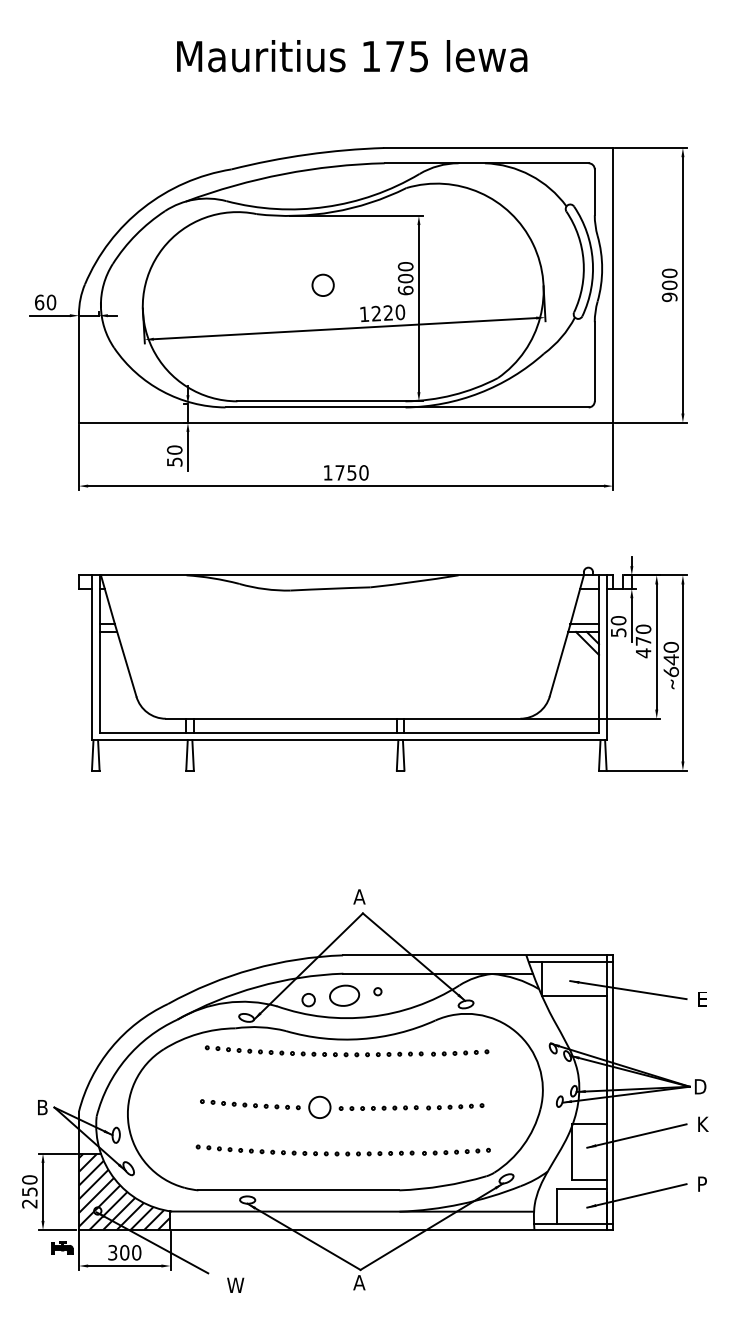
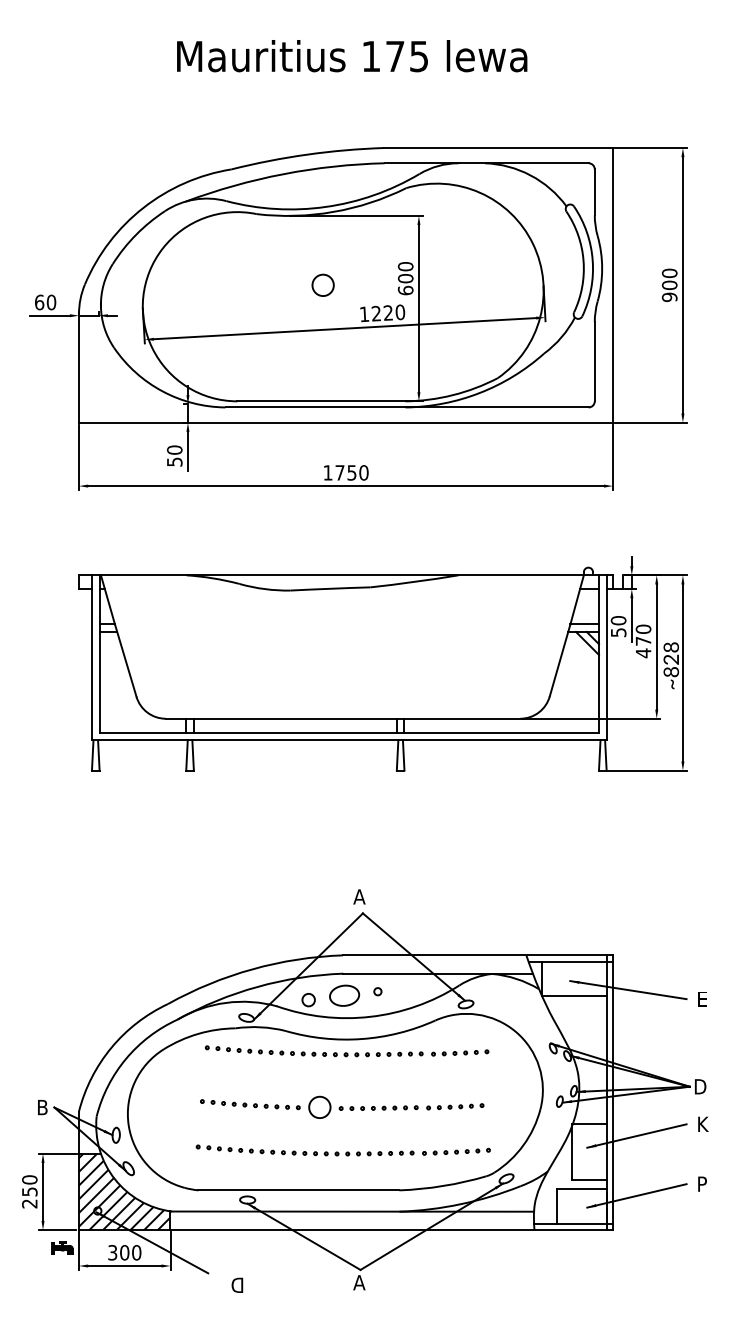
text at (670, 659): ~640 -> ~828
text at (235, 1284): W -> D
